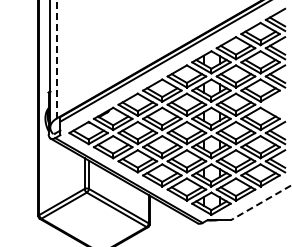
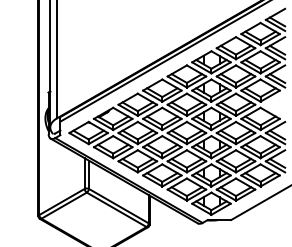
line at (56, 59): dashed -> solid
line at (261, 202): dashed -> solid
